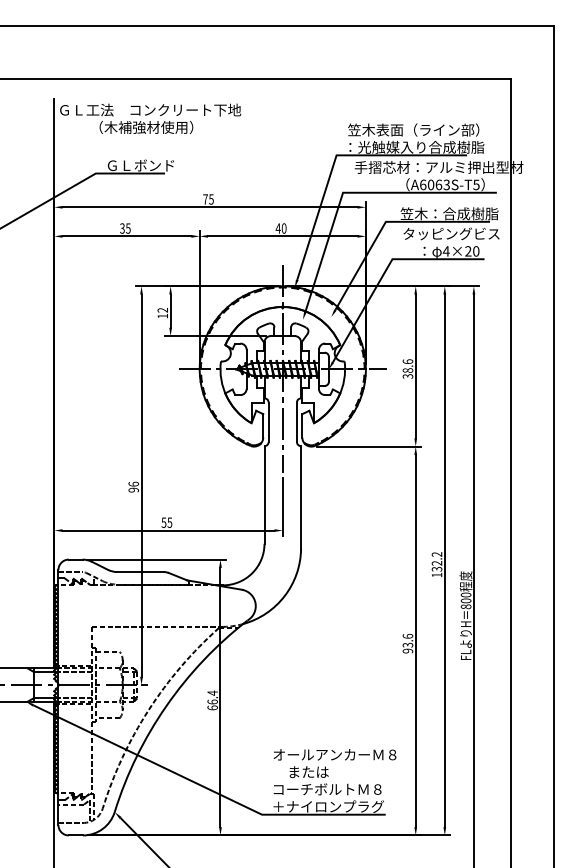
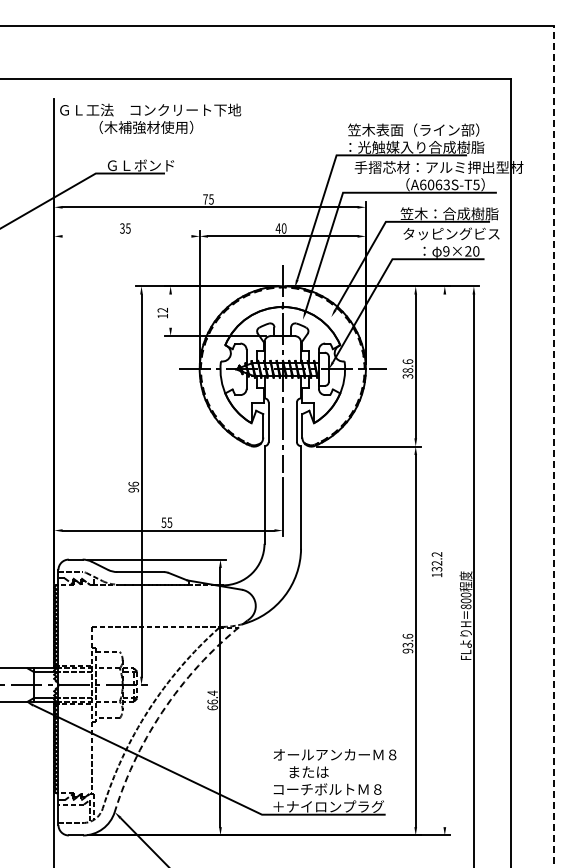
line at (126, 236): present -> none
text at (445, 251): 4×20 -> 9×20
line at (170, 310): present -> none
line at (553, 447): solid -> dashed
line at (444, 560): present -> none
arc at (166, 706): solid -> dashed
